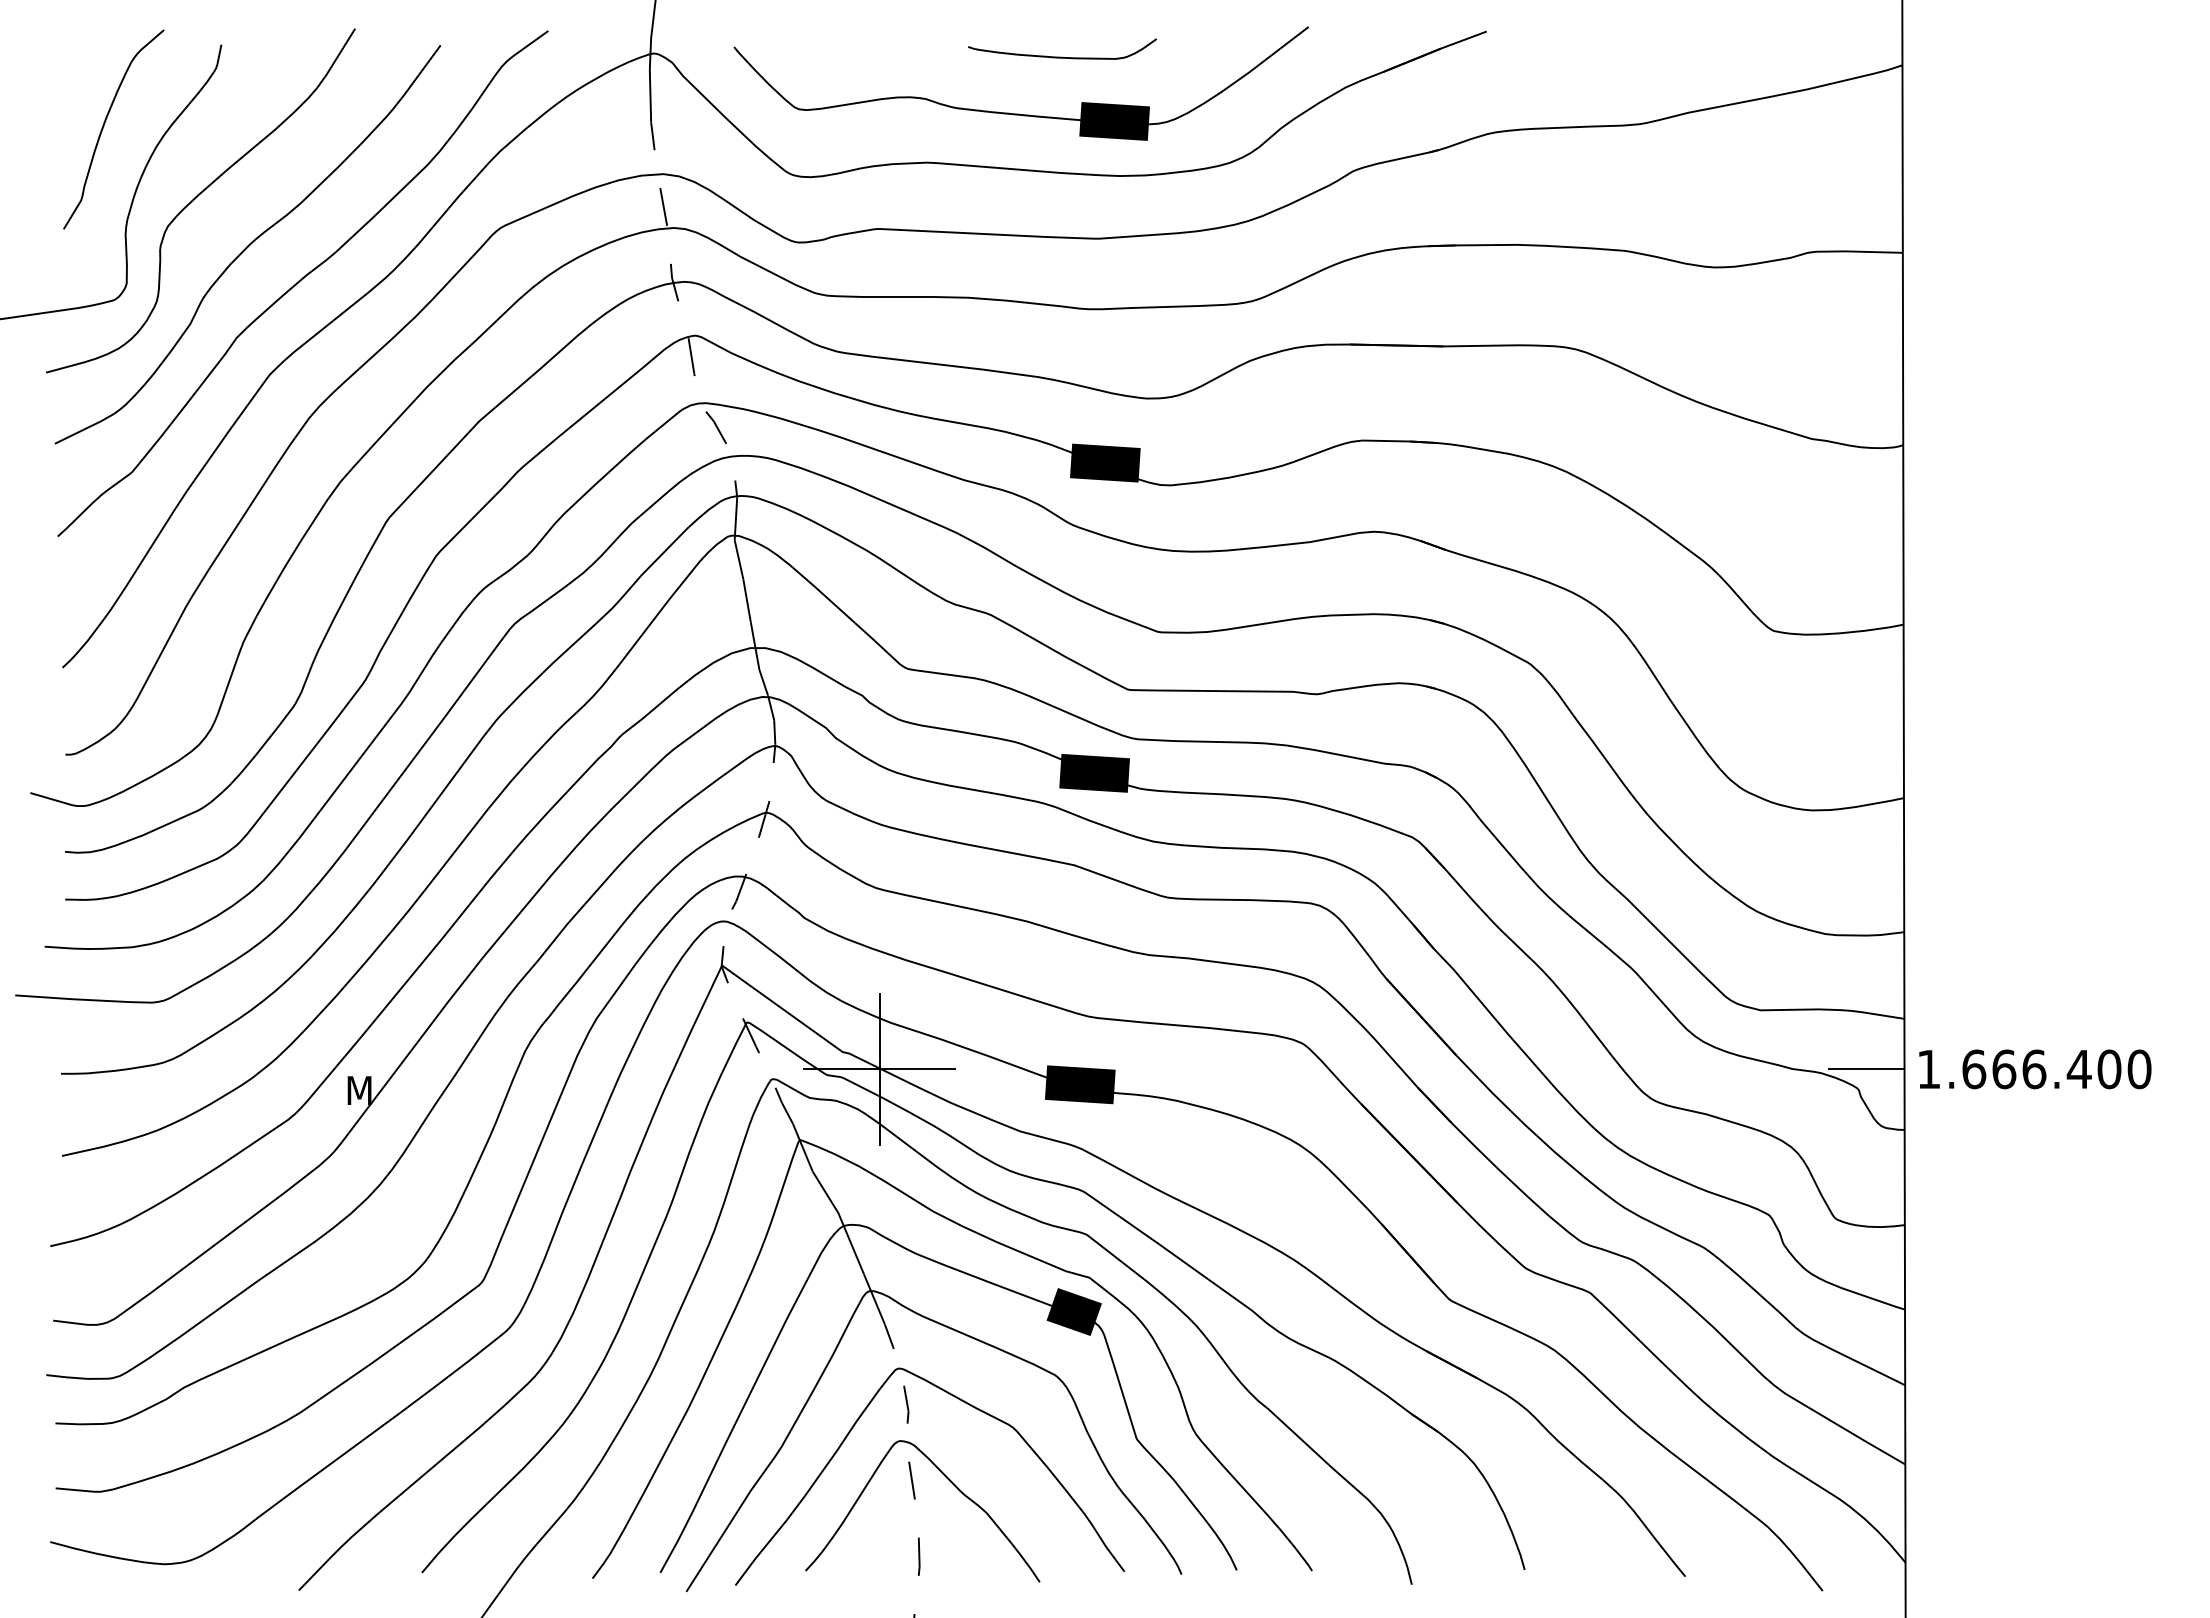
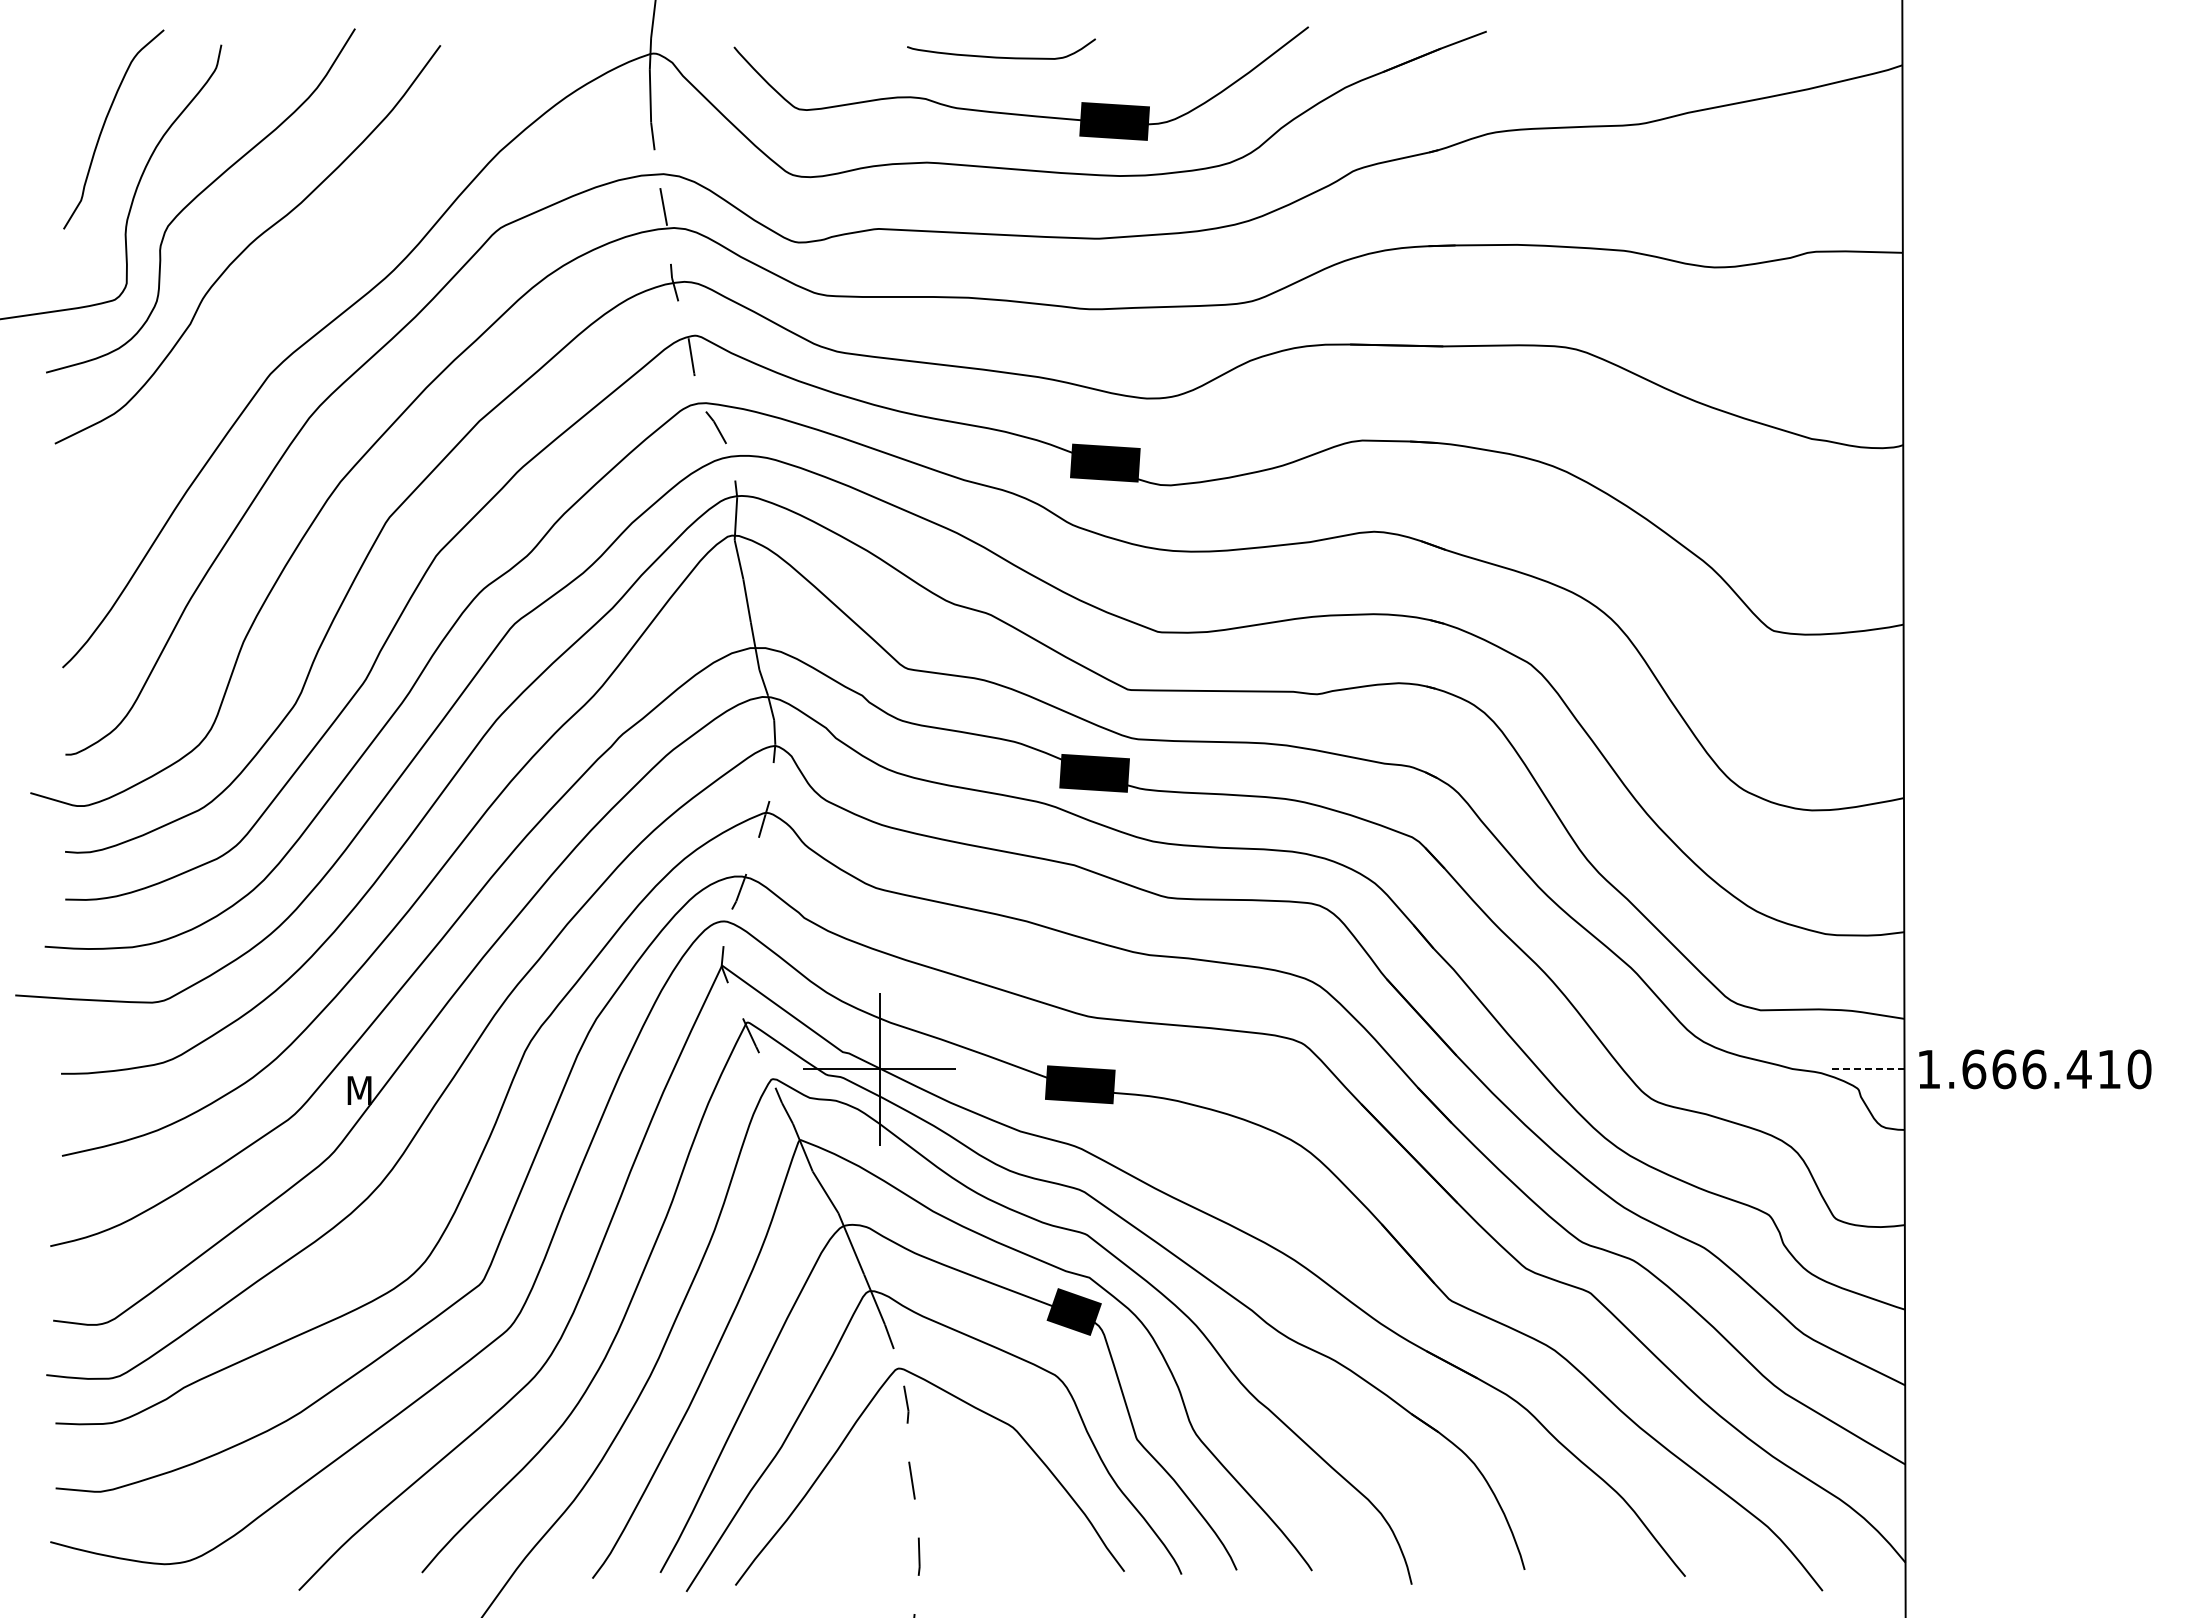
curve at (1062, 56) position: (1062, 56) -> (1001, 56)
curve at (300, 281): present -> none
line at (1865, 1069): solid -> dashed
text at (2109, 1069): 1.666.400 -> 1.666.410
curve at (950, 1482): present -> none
